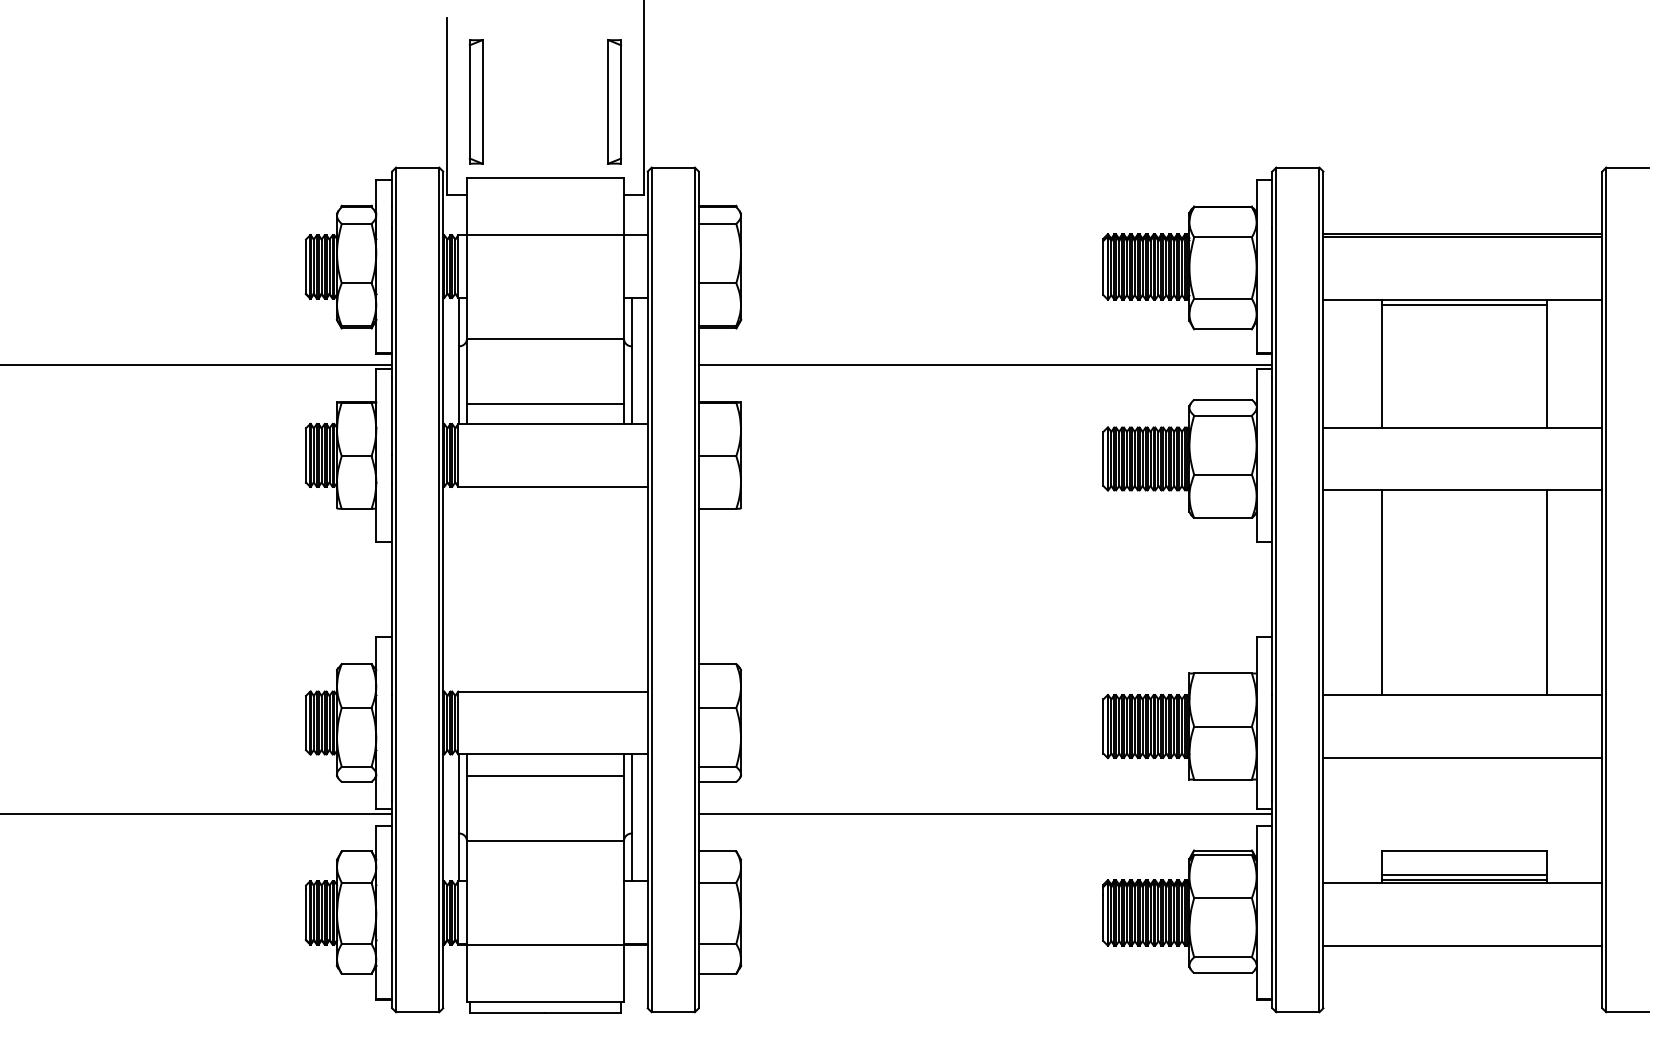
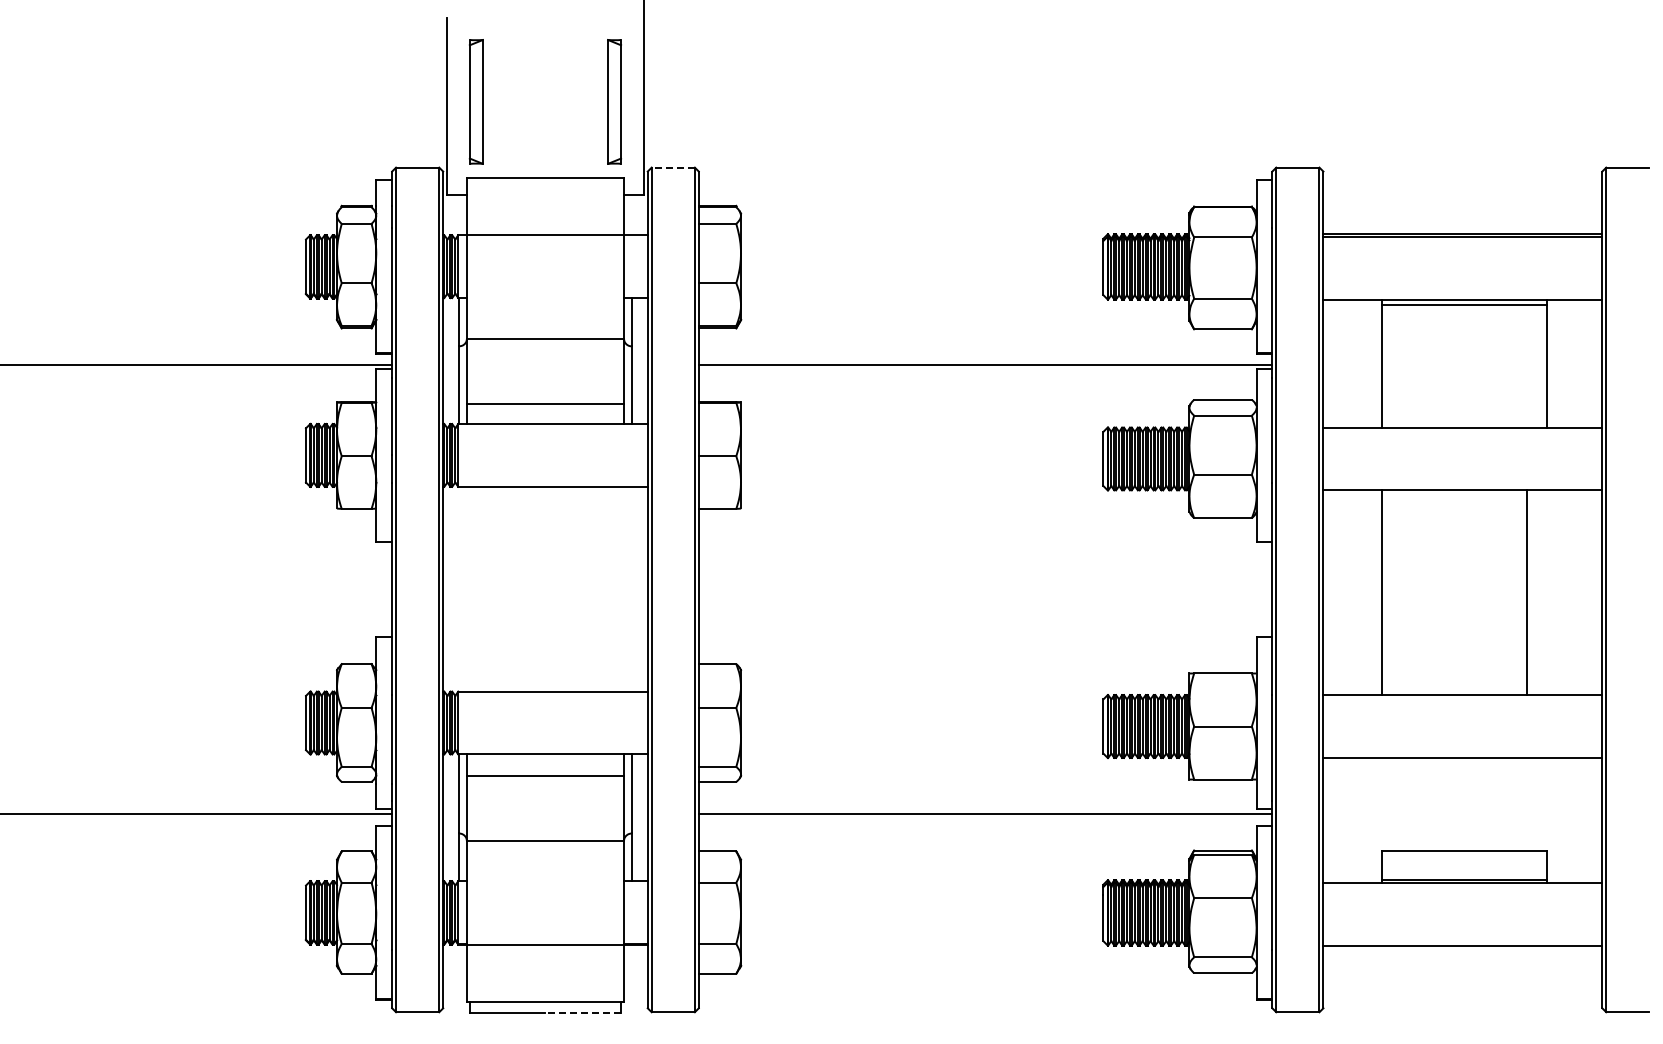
line at (673, 167): solid -> dashed
line at (1547, 592) position: (1547, 592) -> (1527, 592)
line at (1464, 874): present -> none
line at (583, 1012): solid -> dashed
